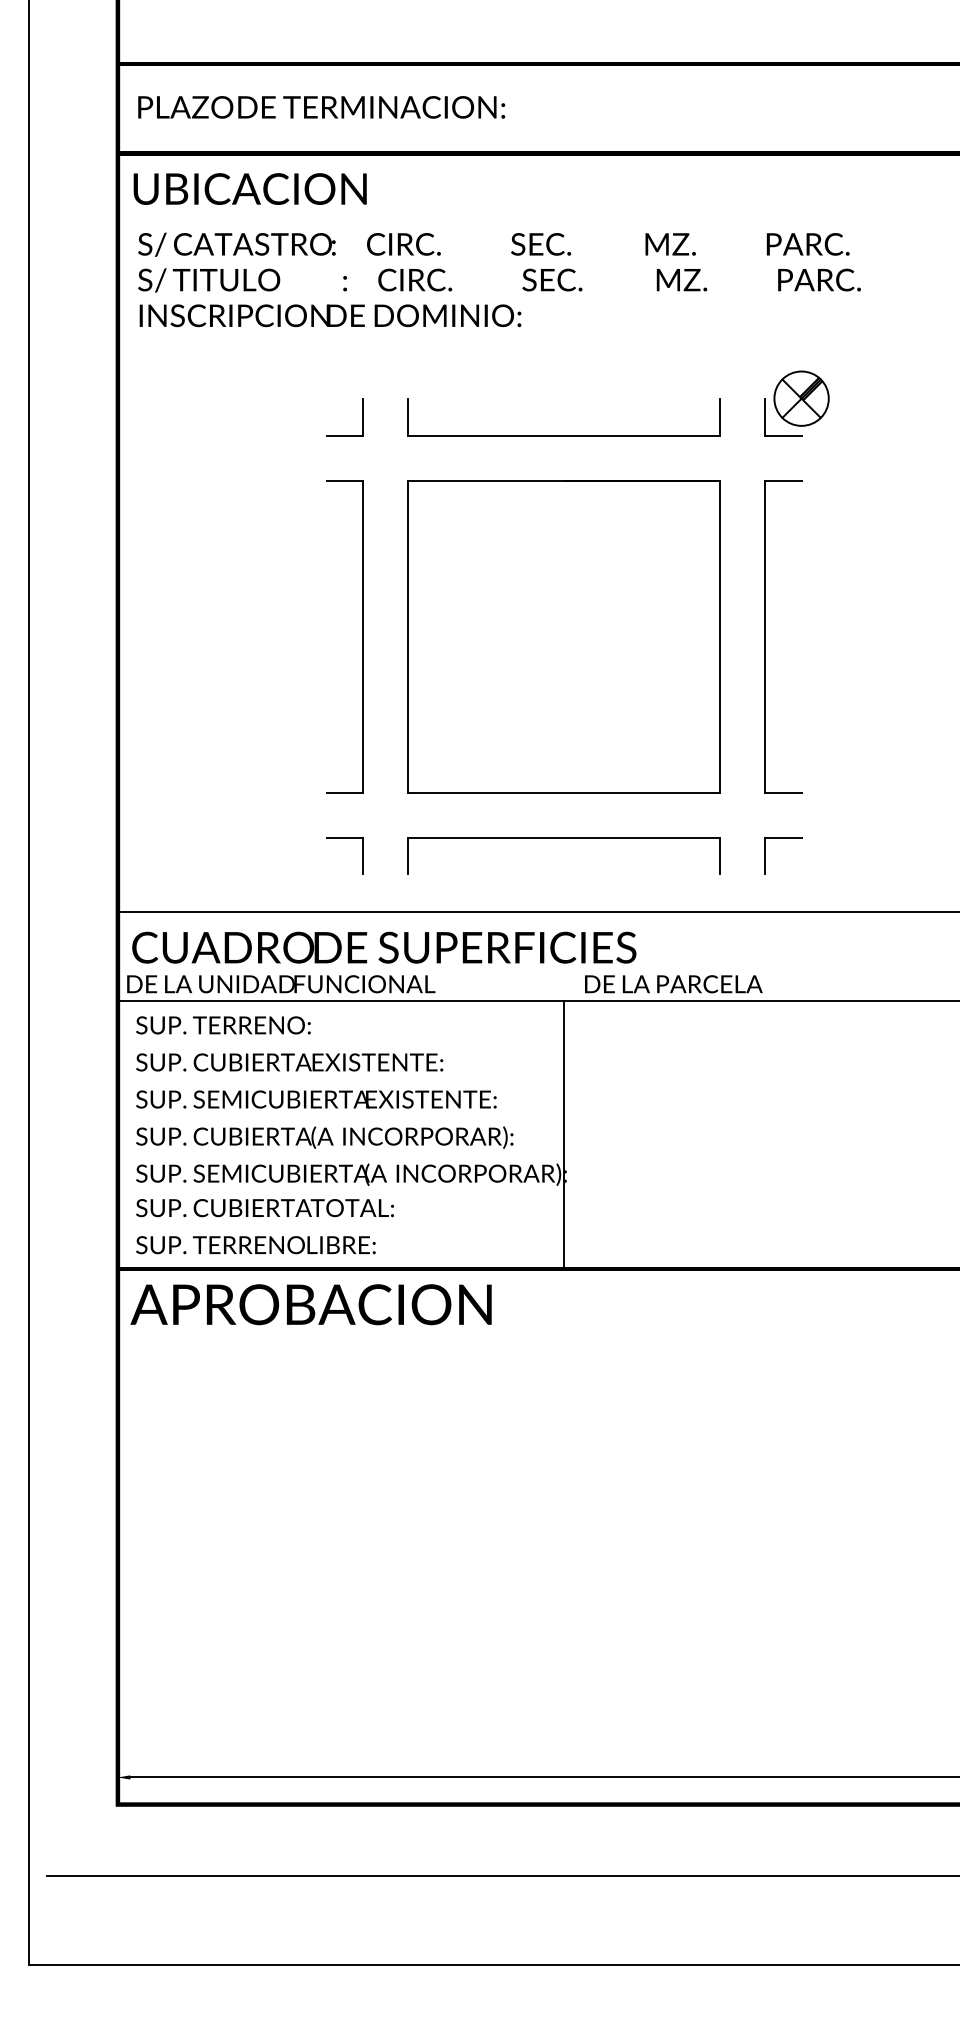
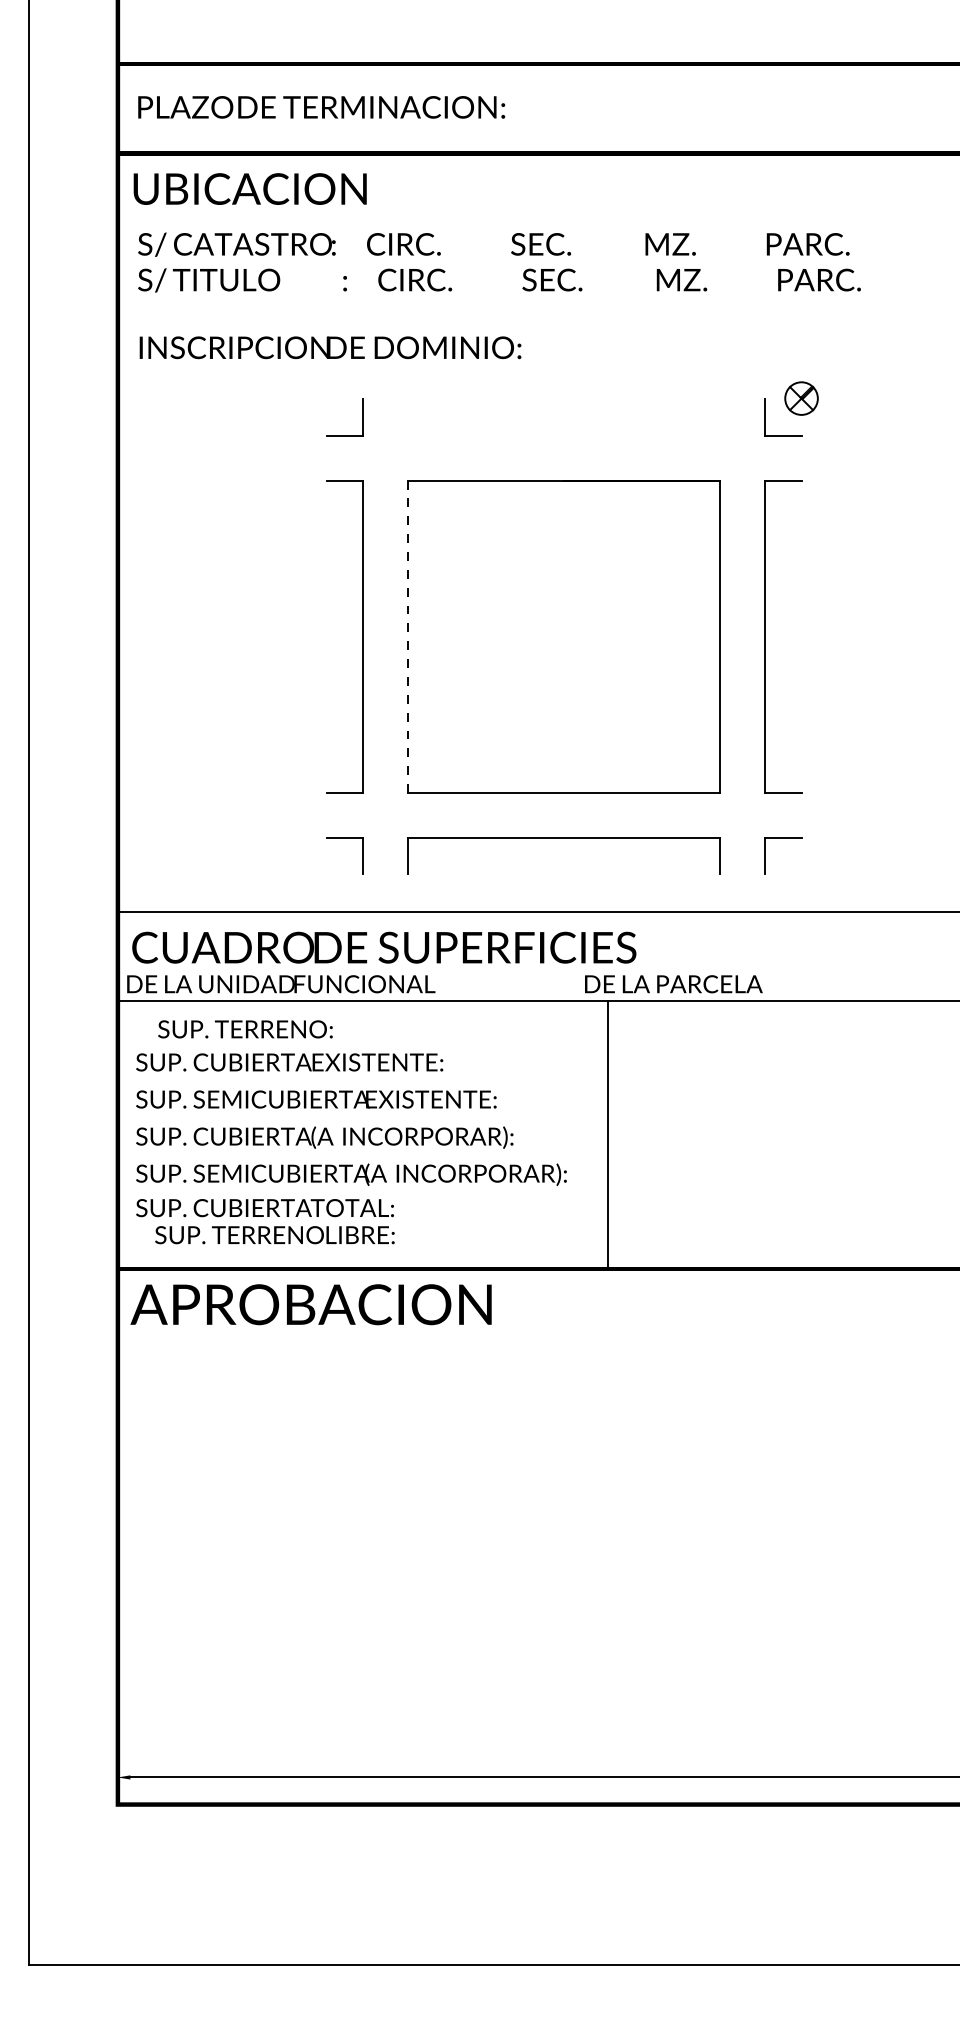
text at (330, 315) position: (330, 315) -> (330, 347)
part at (801, 398) size: 57x57 px -> 35x35 px
part at (563, 435): present -> none
line at (407, 637): solid -> dashed
text at (223, 1025) position: (223, 1025) -> (245, 1029)
line at (564, 1135) position: (564, 1135) -> (608, 1135)
text at (255, 1245) position: (255, 1245) -> (274, 1235)
line at (501, 1875): present -> none
